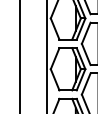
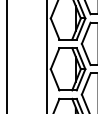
line at (19, 56) position: (19, 56) -> (6, 56)
